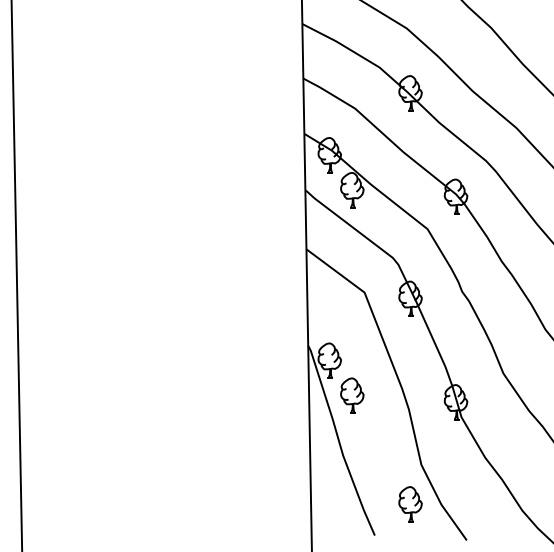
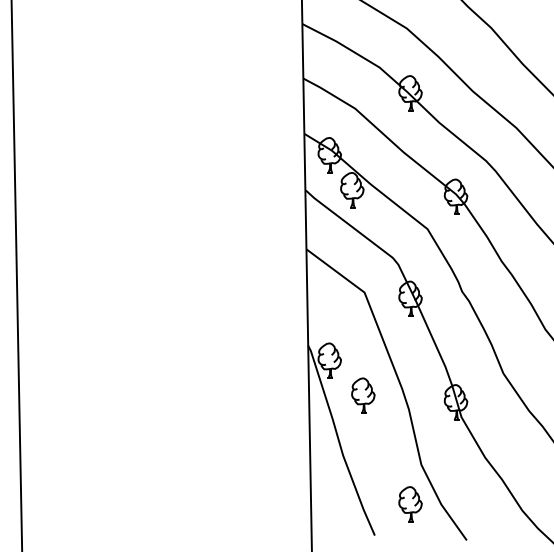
part at (352, 395) position: (352, 395) -> (363, 395)
